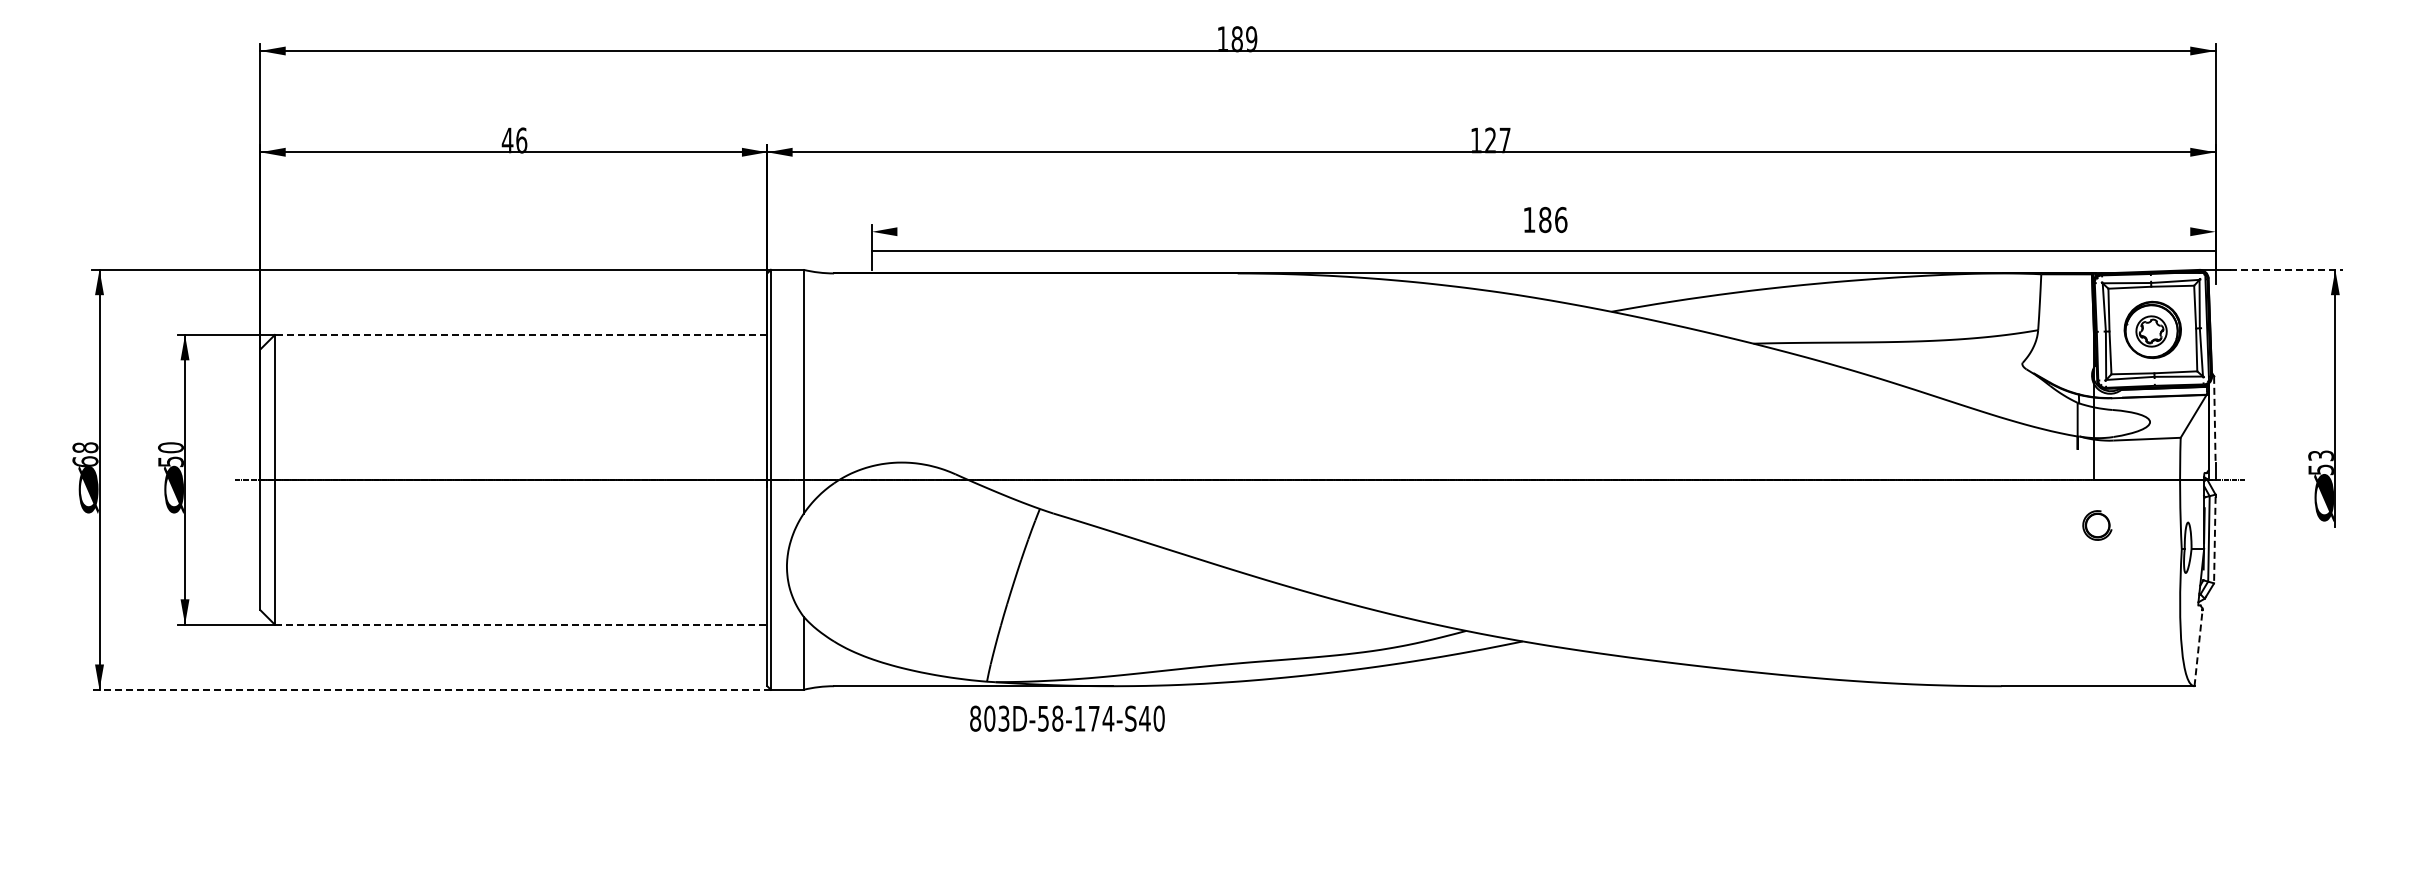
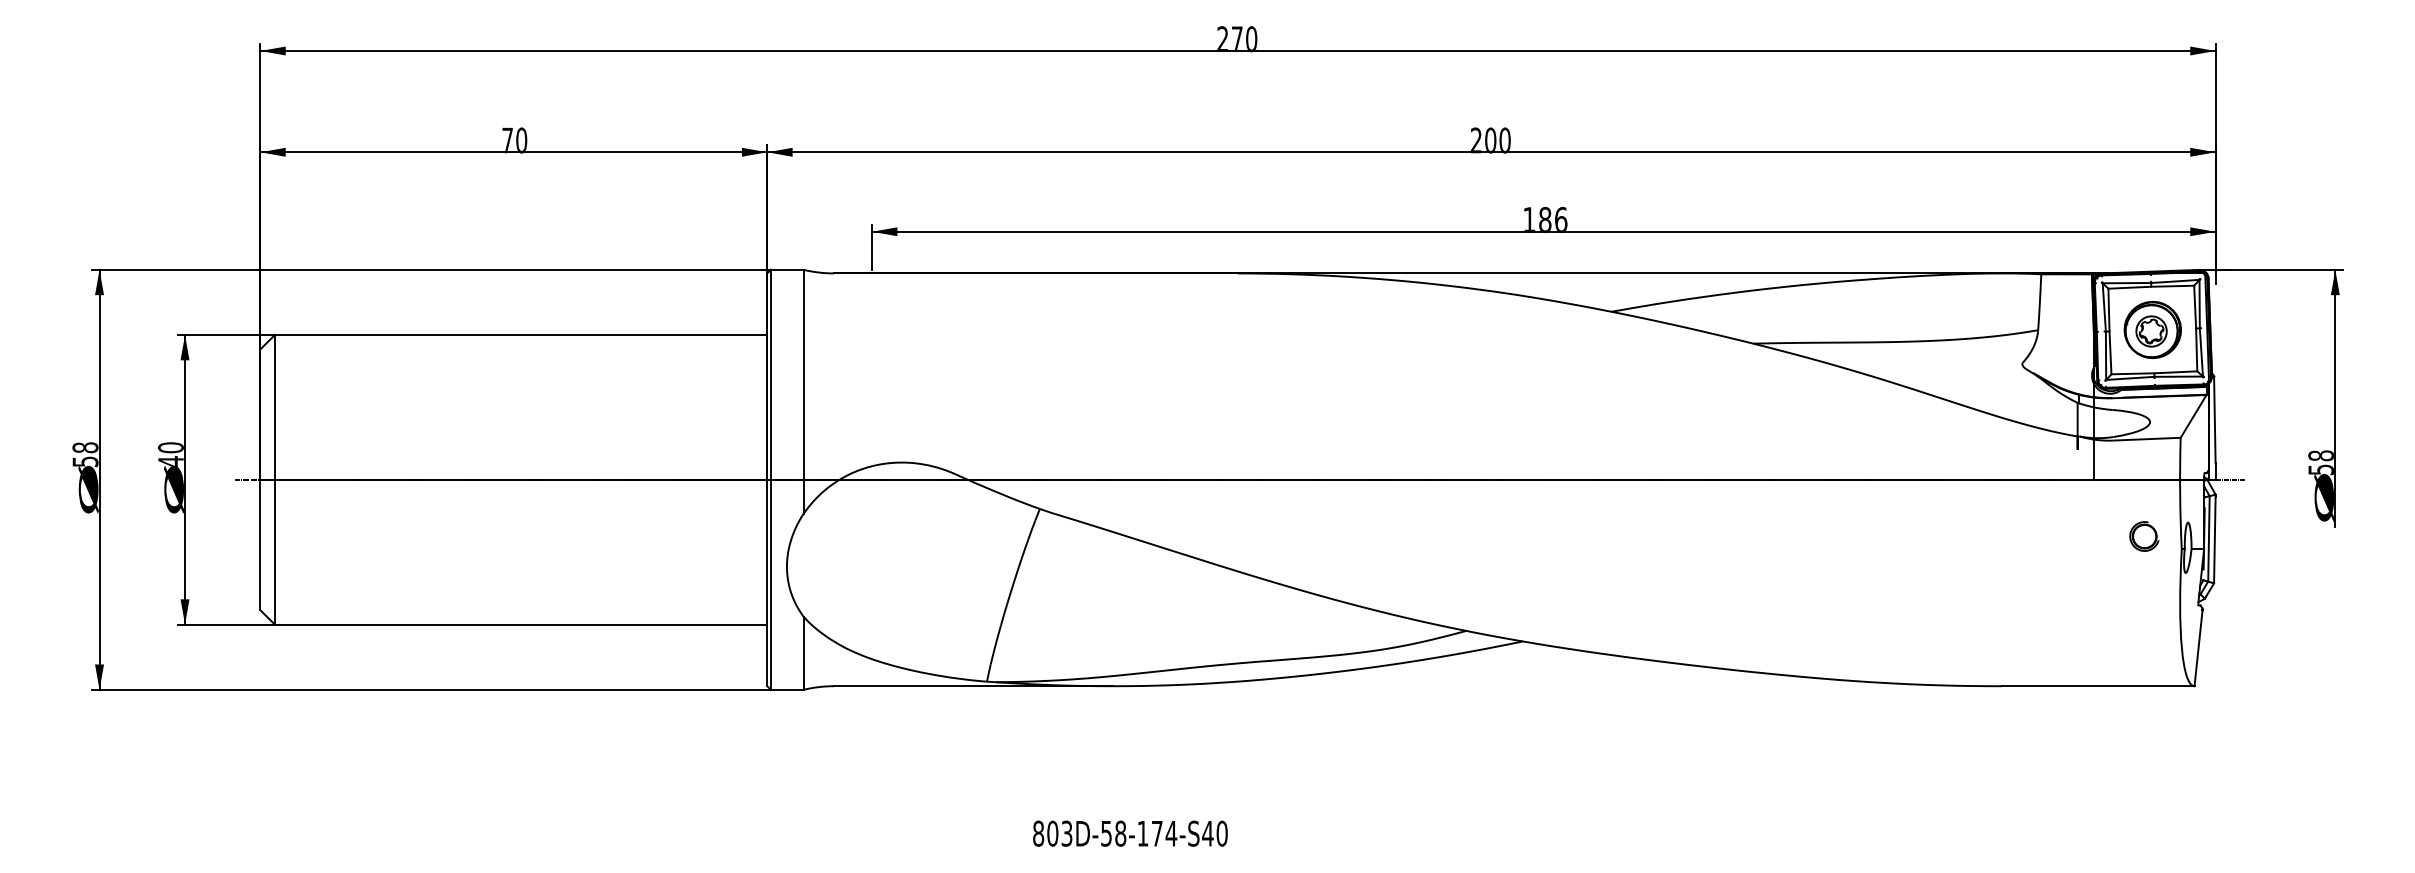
text at (1237, 39): 189 -> 270
text at (514, 140): 46 -> 70
text at (1490, 140): 127 -> 200
line at (1543, 250) position: (1543, 250) -> (1543, 231)
line at (2286, 269): dashed -> solid
line at (520, 334): dashed -> solid
line at (2214, 419): dashed -> solid
text at (2320, 455): 53 -> 58
text at (85, 461): 68 -> 58
text at (170, 461): 50 -> 40
part at (2097, 525) position: (2097, 525) -> (2144, 536)
line at (2214, 539): dashed -> solid
line at (521, 624): dashed -> solid
line at (2198, 647): dashed -> solid
line at (431, 689): dashed -> solid
text at (1067, 718) position: (1067, 718) -> (1130, 833)
